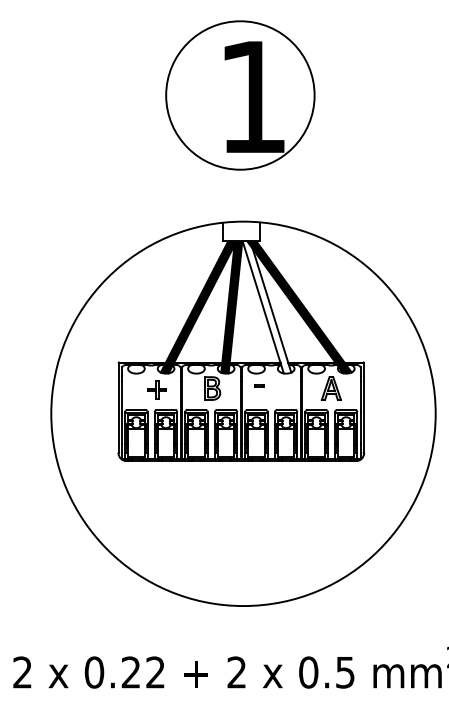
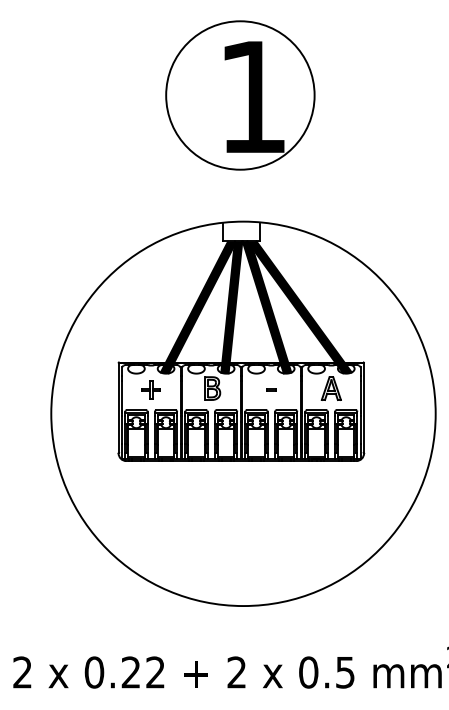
fill at (266, 307): none -> present
part at (259, 385) position: (259, 385) -> (271, 389)
part at (156, 389) position: (156, 389) -> (150, 389)
